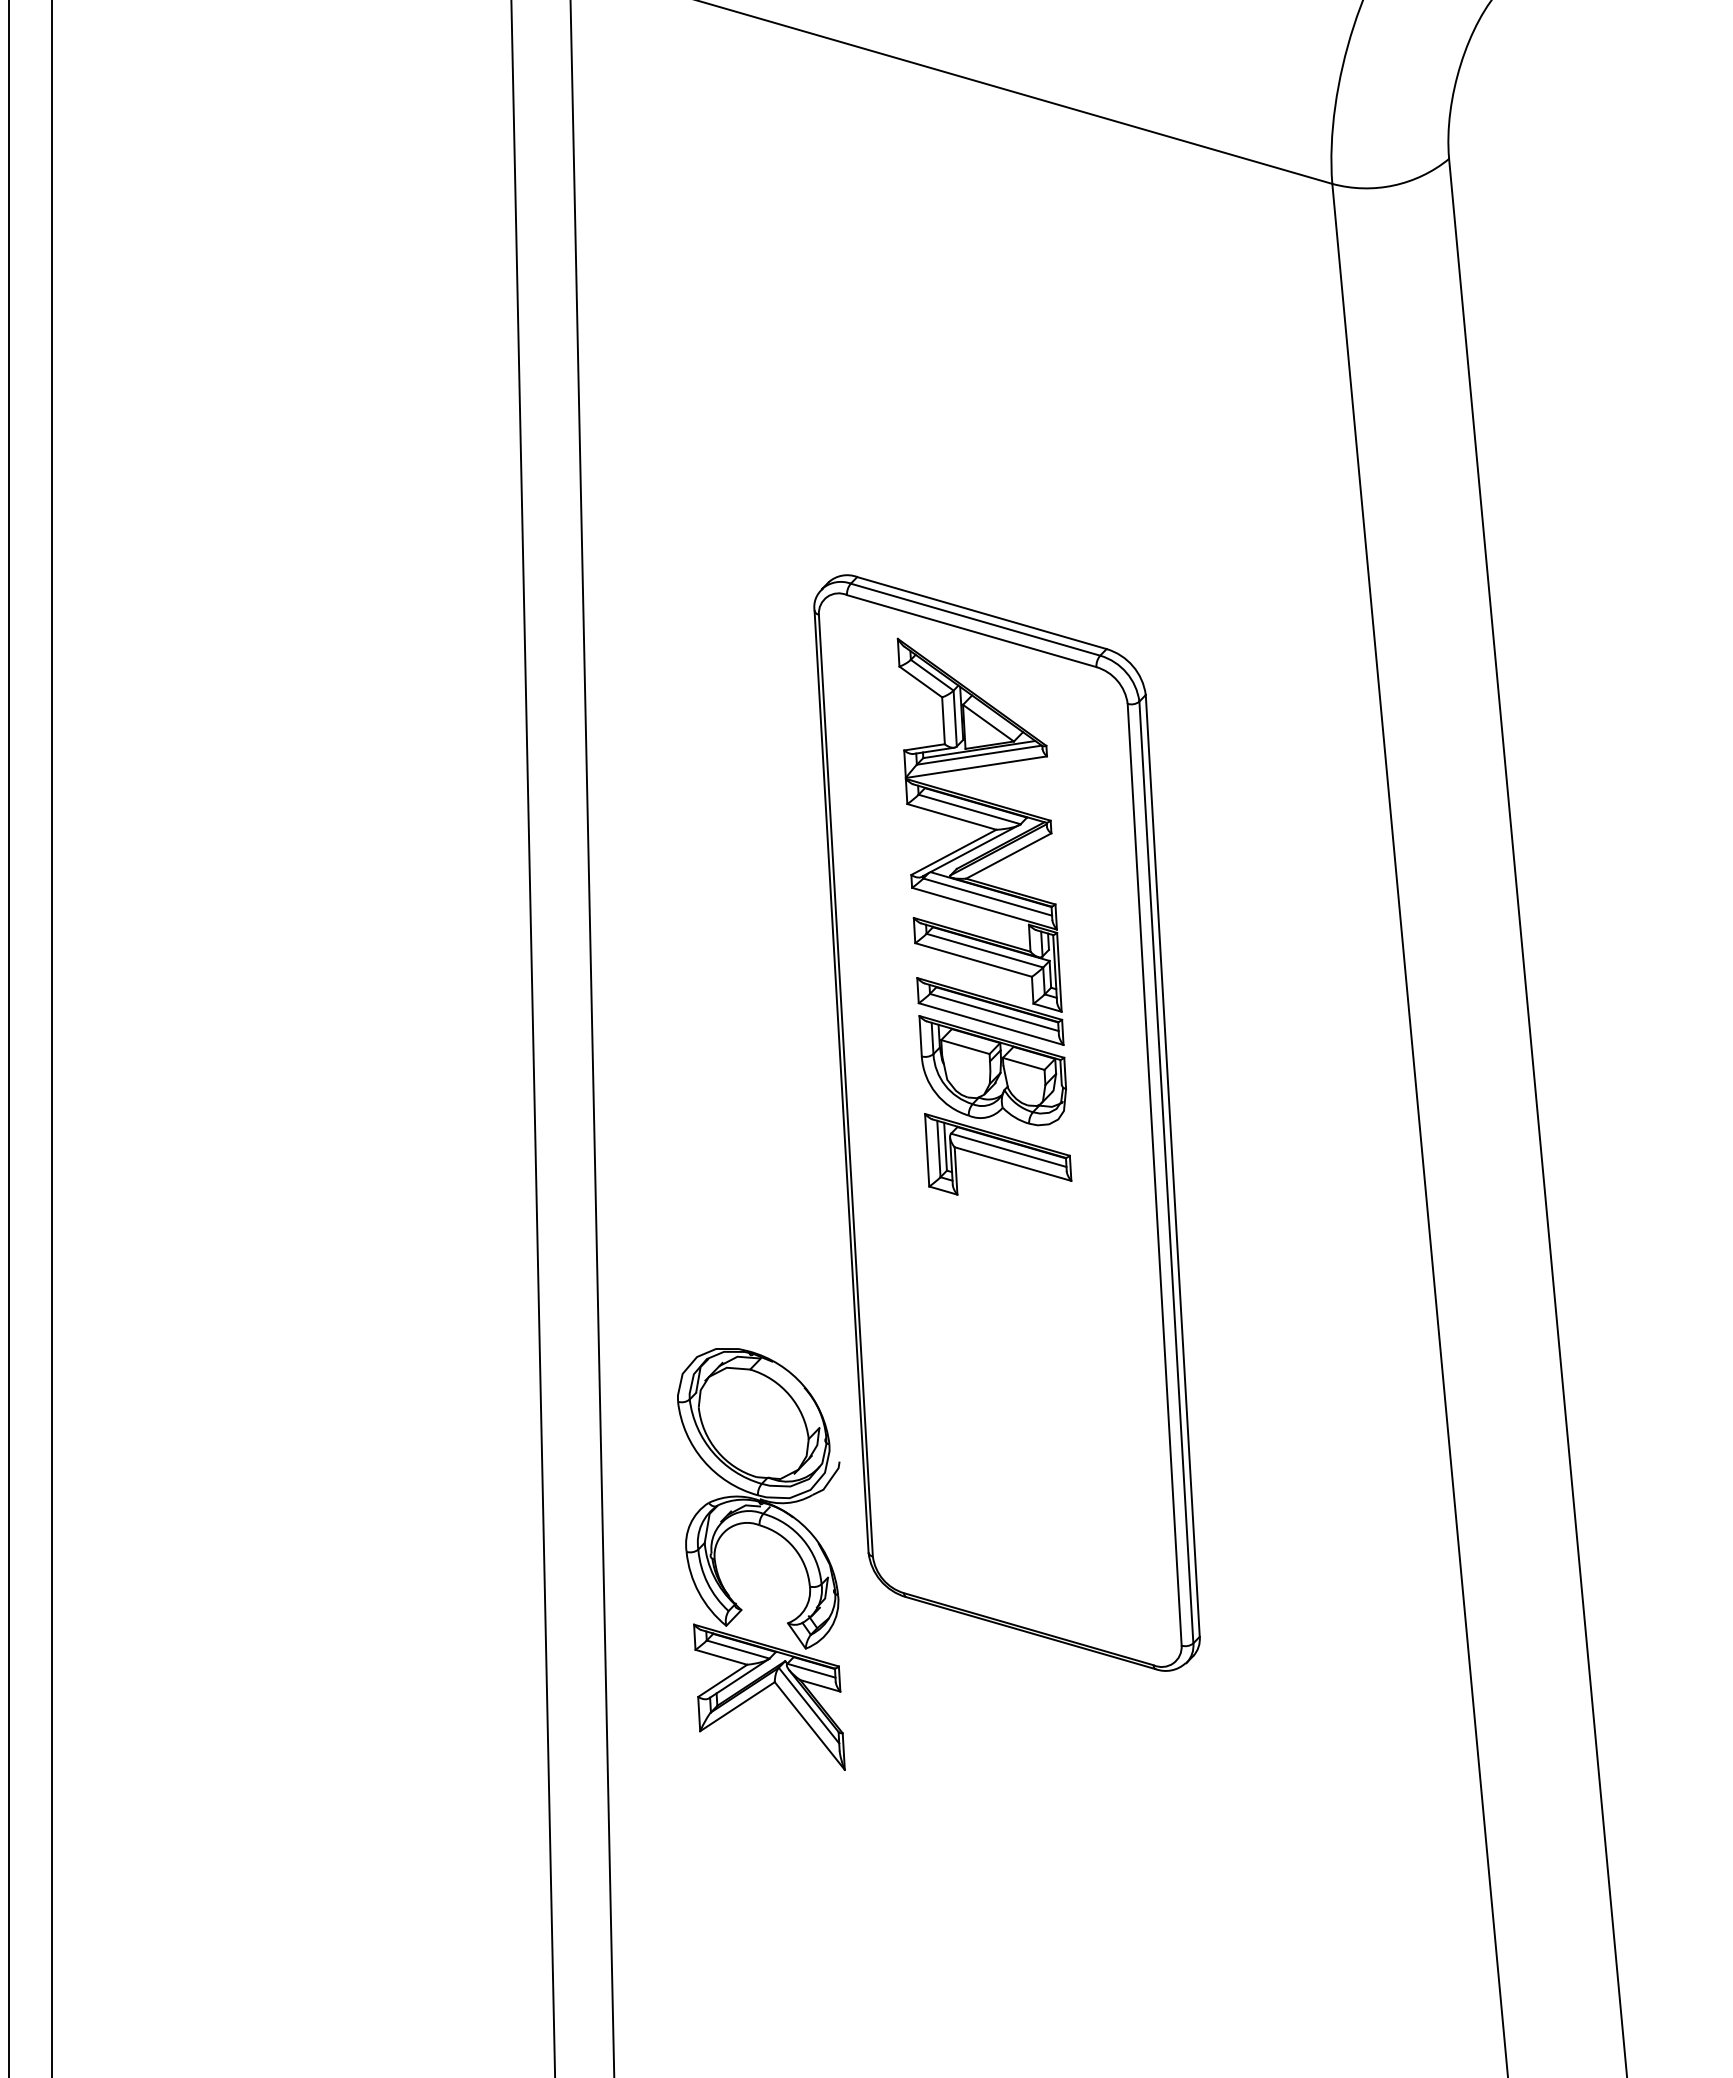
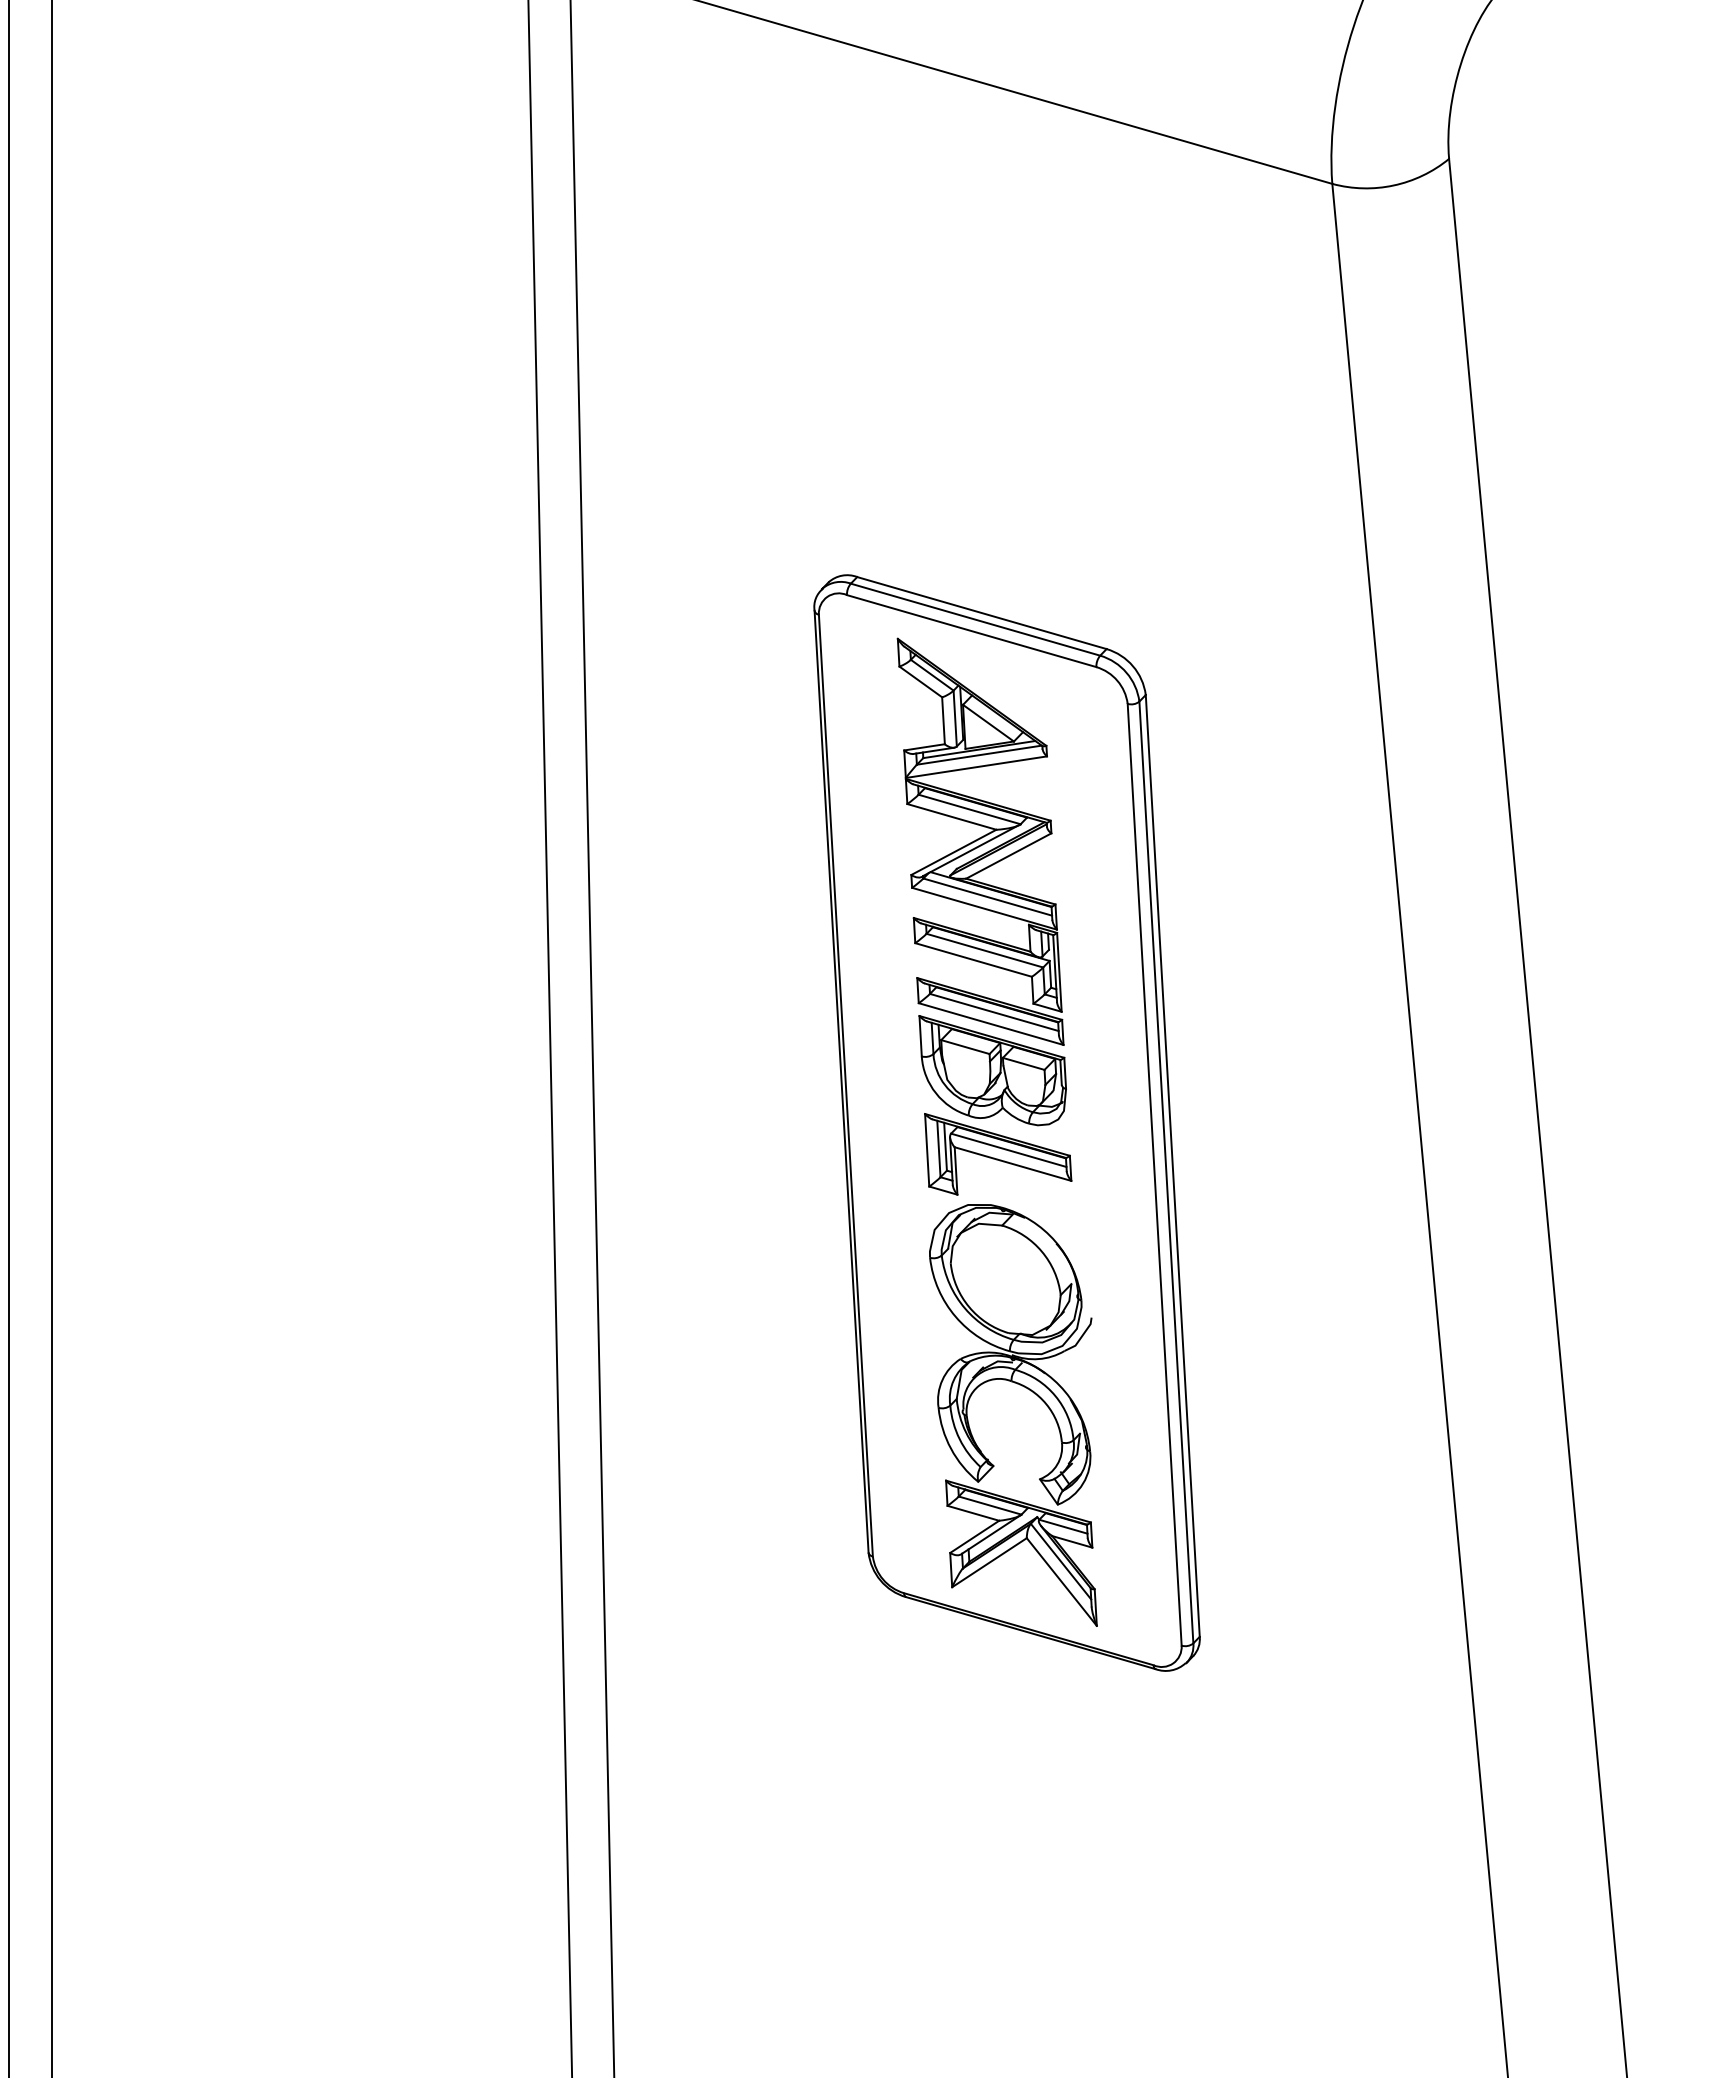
line at (533, 1038) position: (533, 1038) -> (550, 1038)
part at (778, 1535) position: (778, 1535) -> (1030, 1391)
